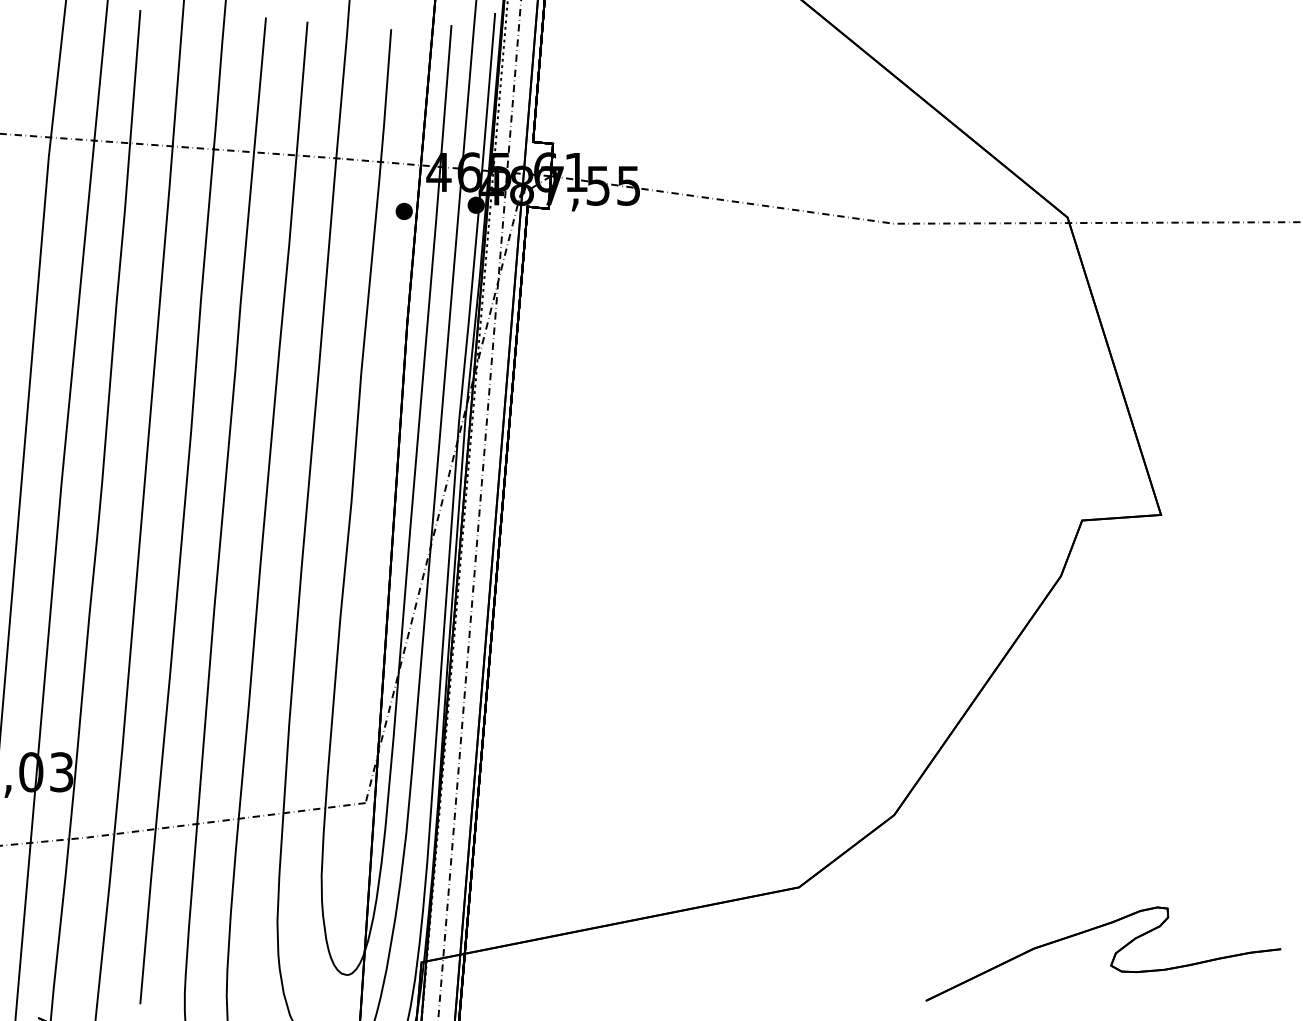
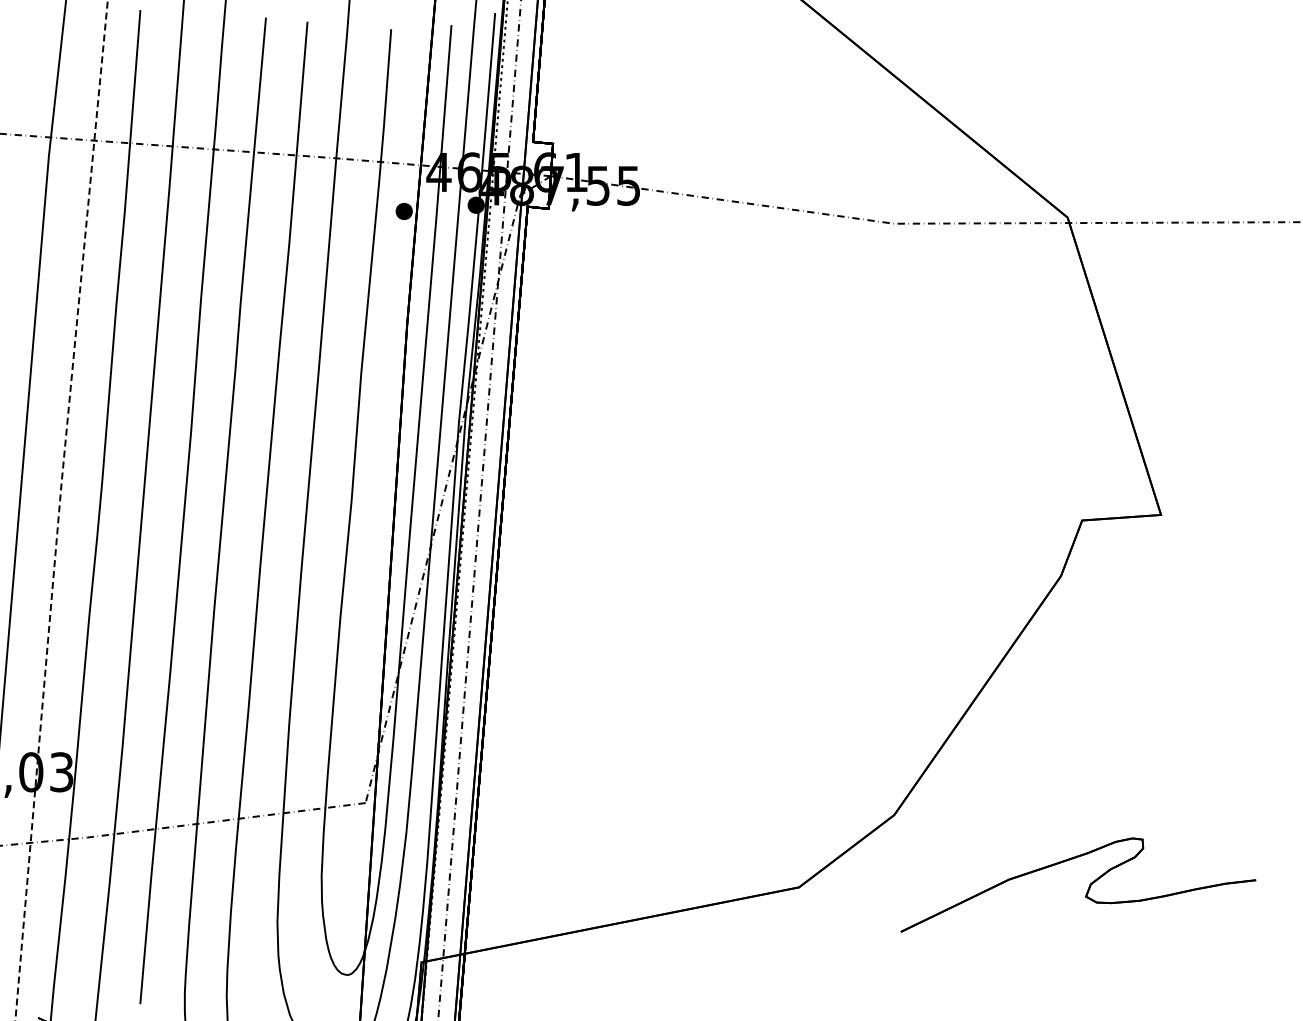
line at (59, 509): solid -> dashed
part at (1112, 958) position: (1112, 958) -> (1087, 889)
